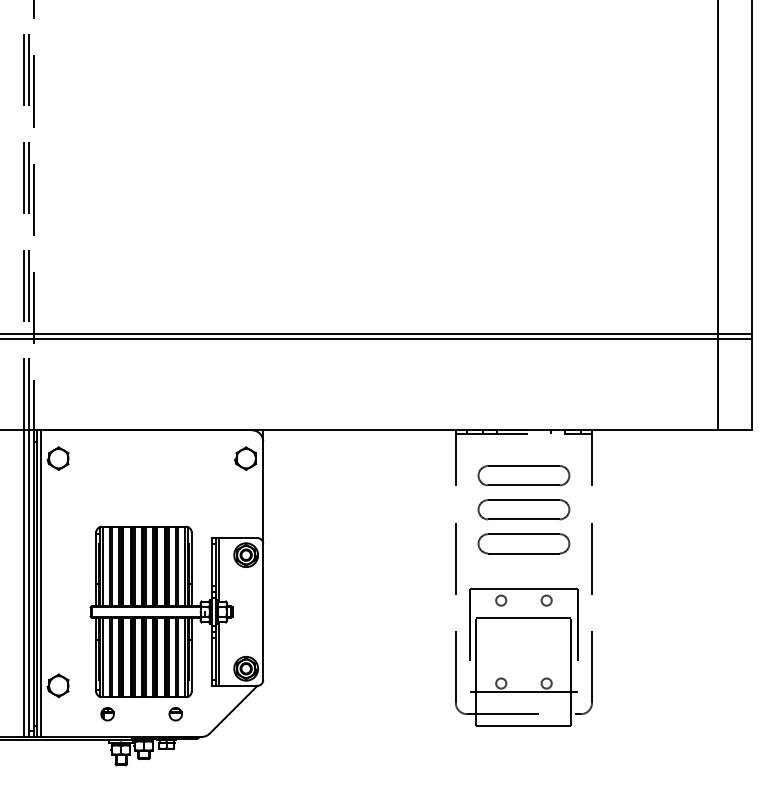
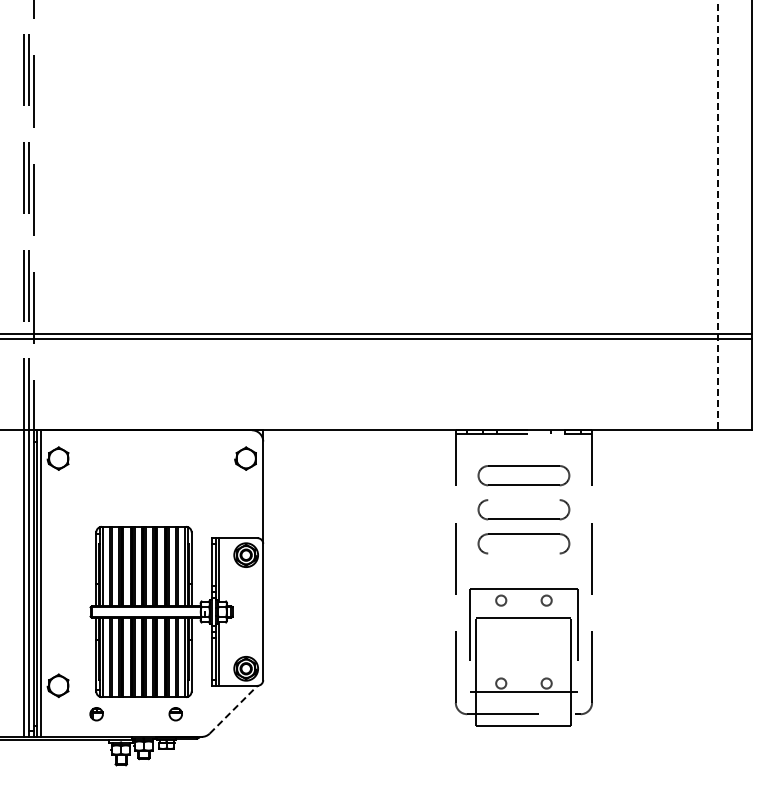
line at (717, 215): solid -> dashed
line at (523, 500): present -> none
line at (523, 553): present -> none
line at (233, 709): solid -> dashed
part at (107, 714) position: (107, 714) -> (96, 714)
